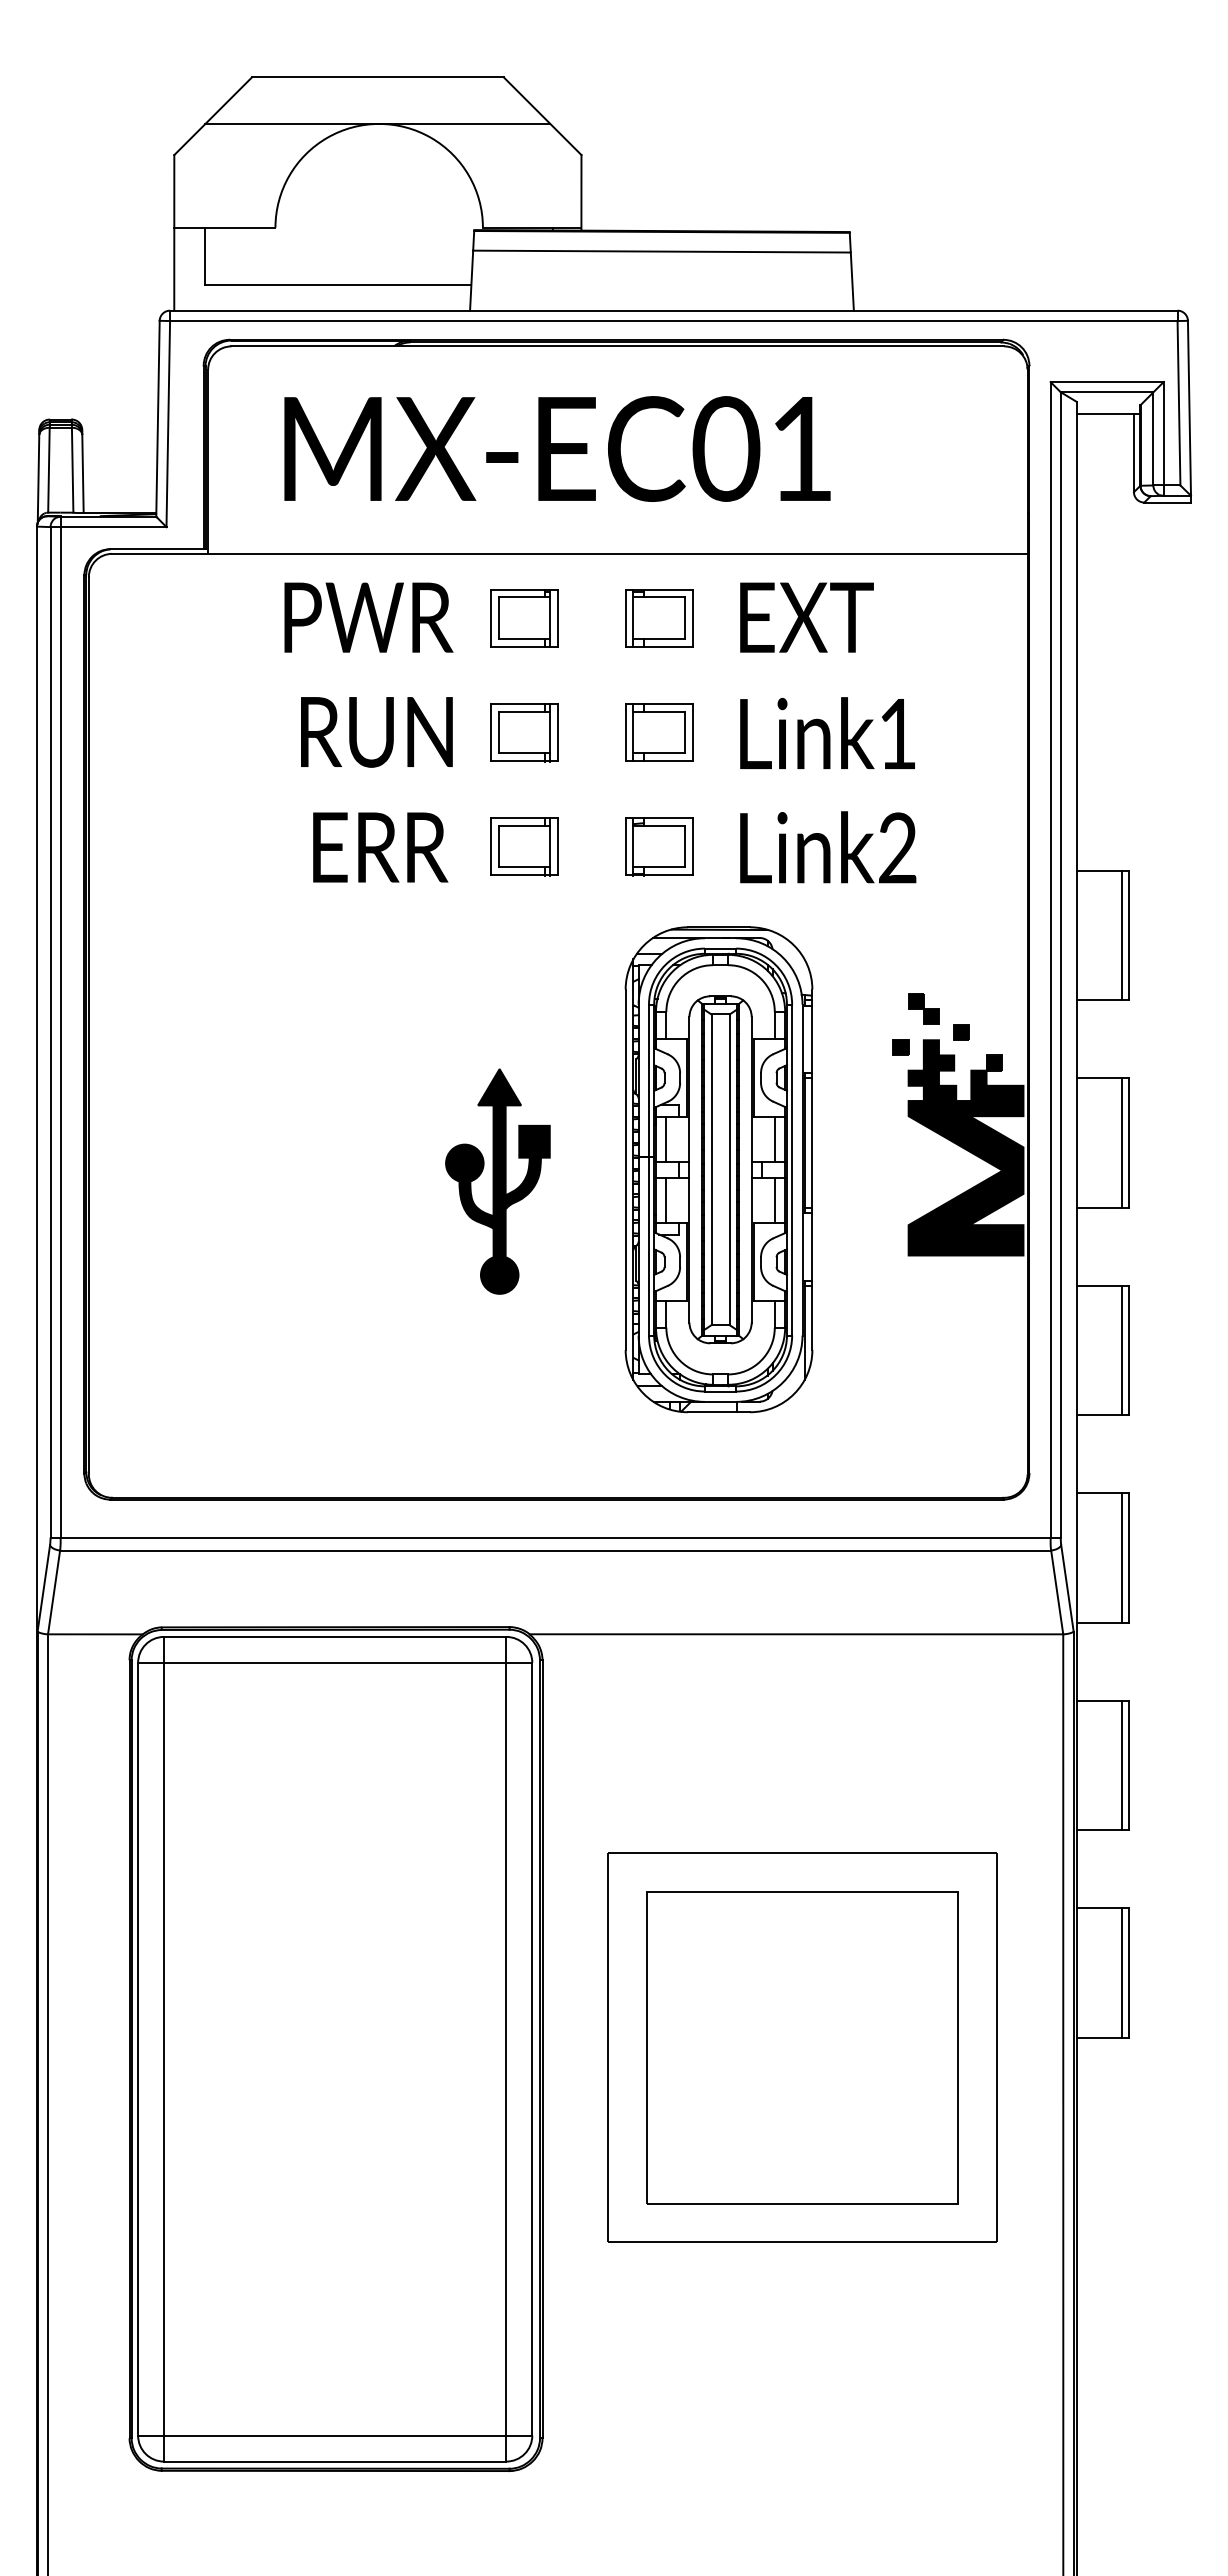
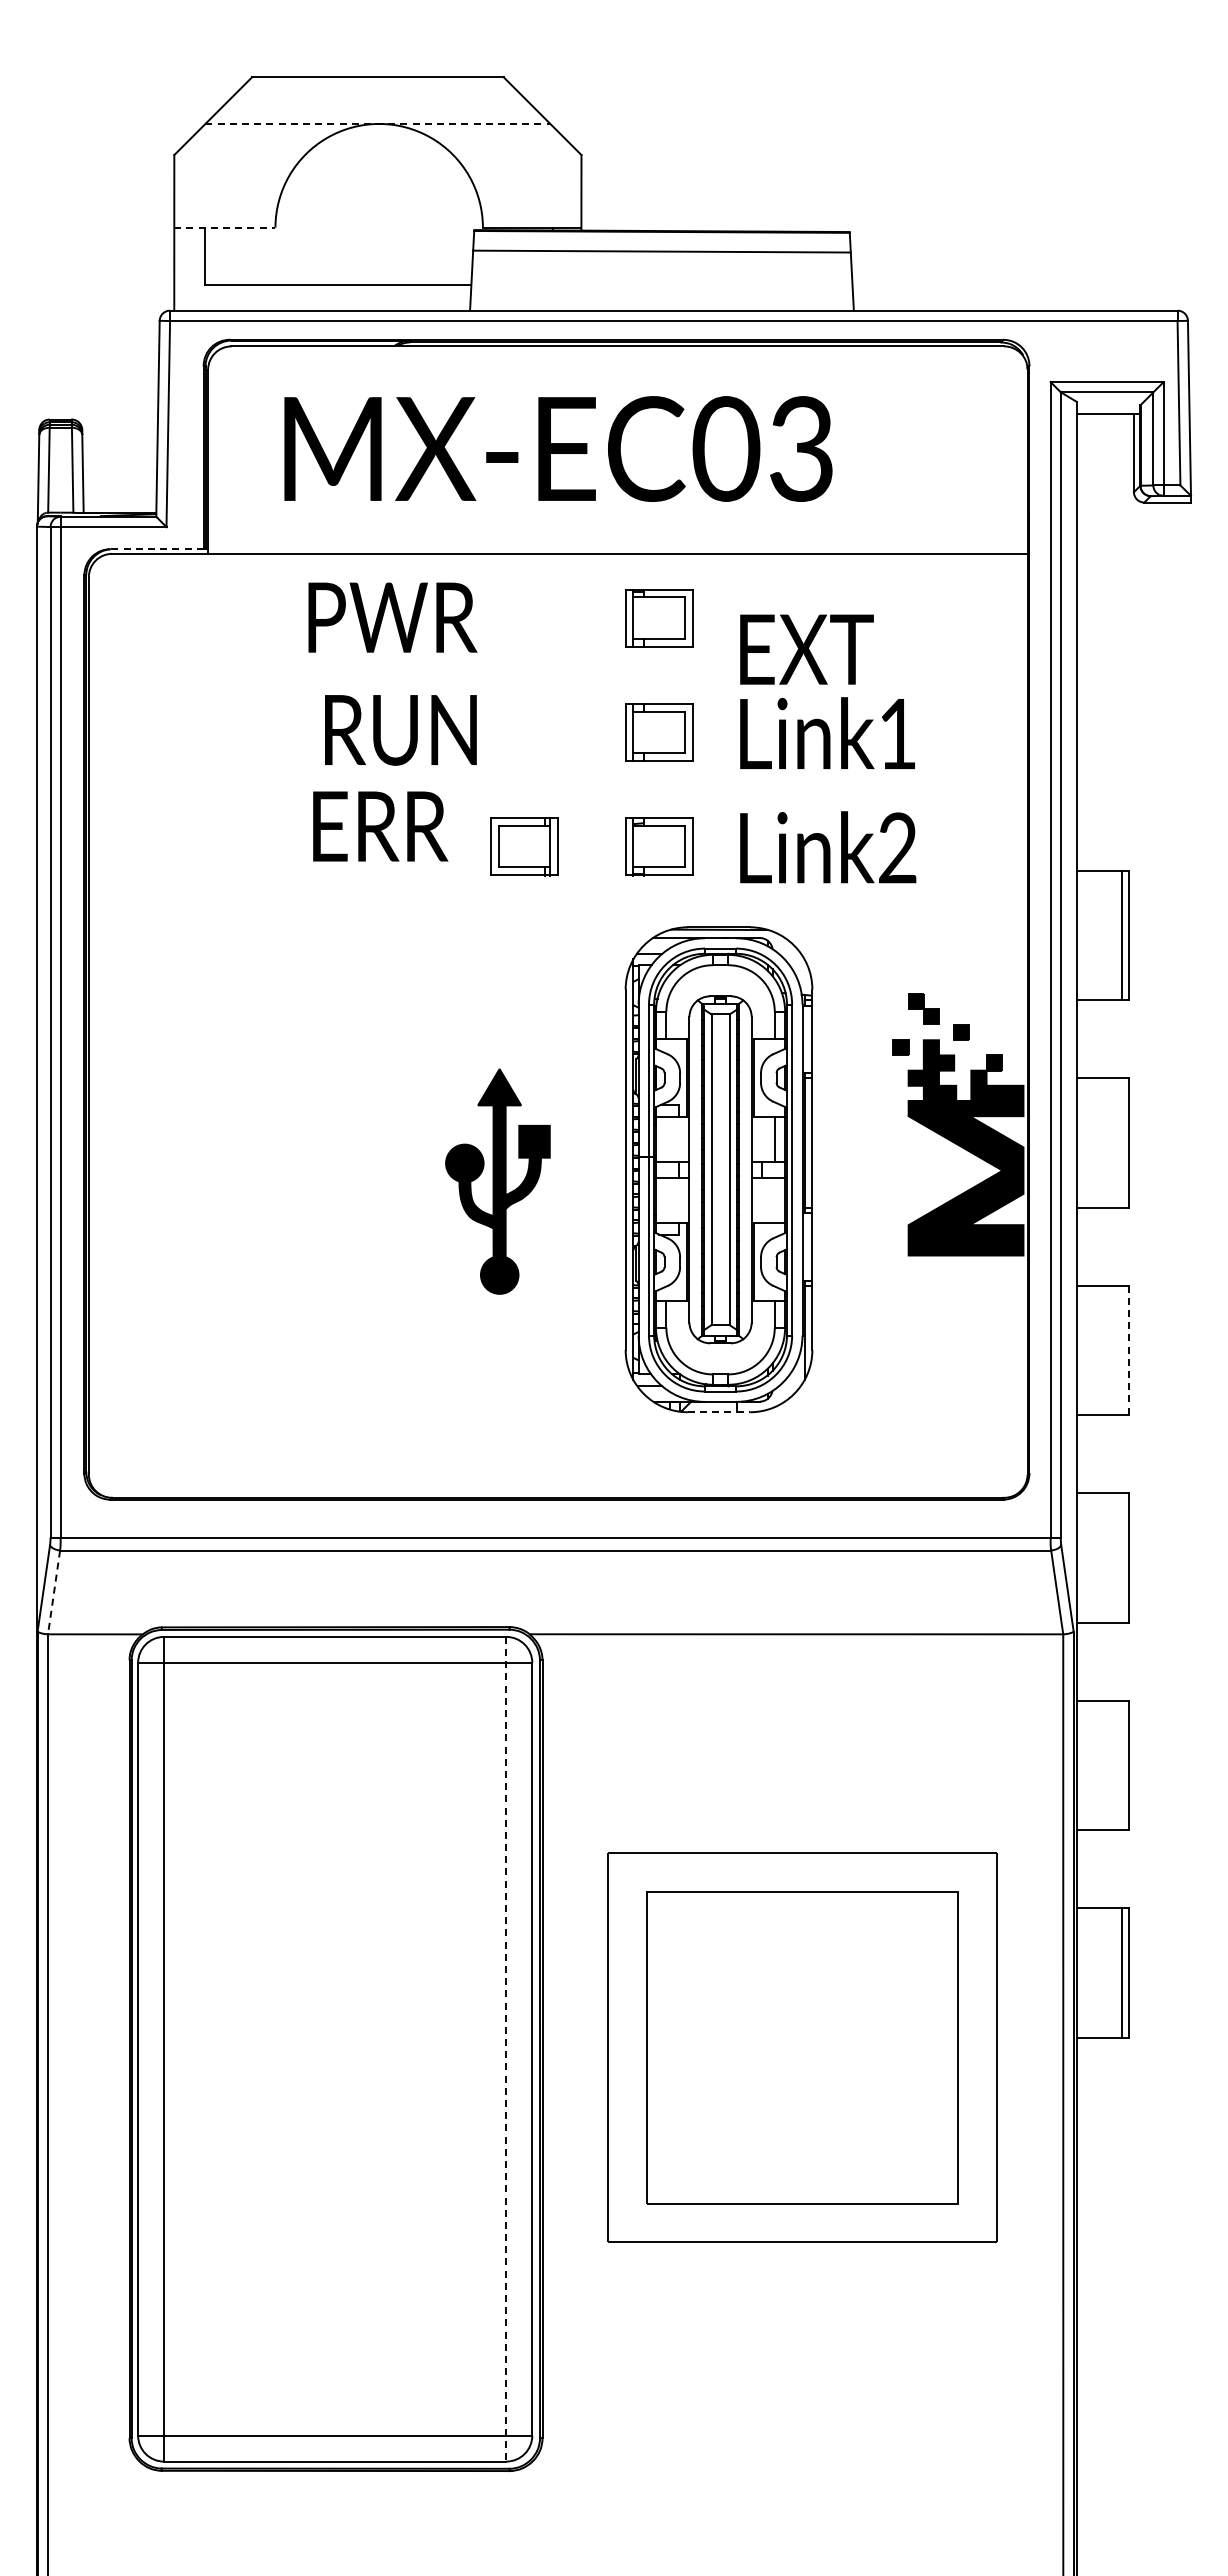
line at (378, 123): solid -> dashed
line at (224, 227): solid -> dashed
text at (801, 448): MX-EC01 -> MX-EC03
line at (157, 549): solid -> dashed
text at (368, 617) position: (368, 617) -> (392, 617)
text at (806, 617) position: (806, 617) -> (806, 649)
part at (524, 618): present -> none
text at (376, 732) position: (376, 732) -> (400, 730)
part at (524, 732): present -> none
text at (380, 847) position: (380, 847) -> (380, 826)
line at (666, 1139): present -> none
line at (1121, 1142): present -> none
line at (666, 1199): present -> none
line at (774, 1199): present -> none
line at (1121, 1350): present -> none
line at (1129, 1350): solid -> dashed
line at (719, 1412): solid -> dashed
line at (1121, 1557): present -> none
line at (54, 1592): solid -> dashed
line at (1121, 1765): present -> none
line at (506, 2049): solid -> dashed
